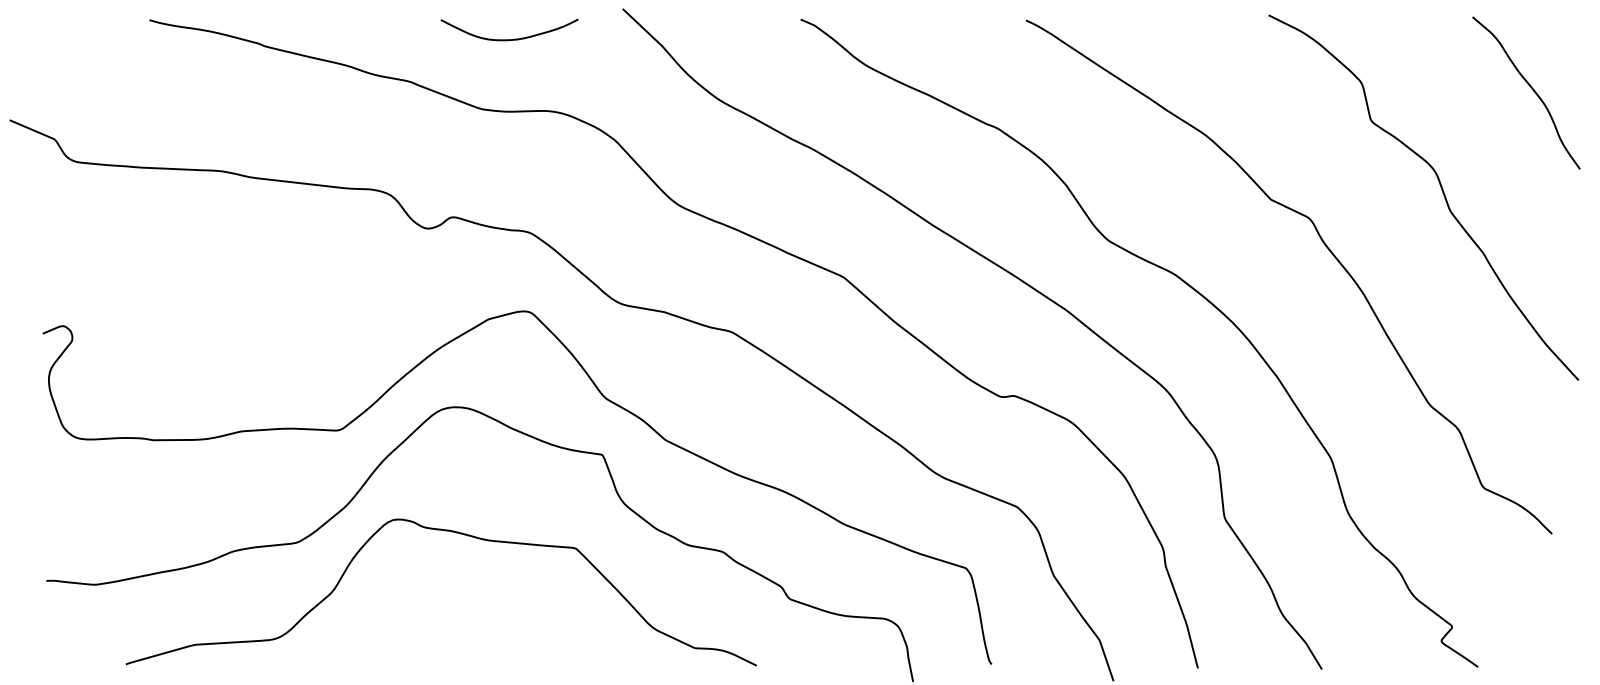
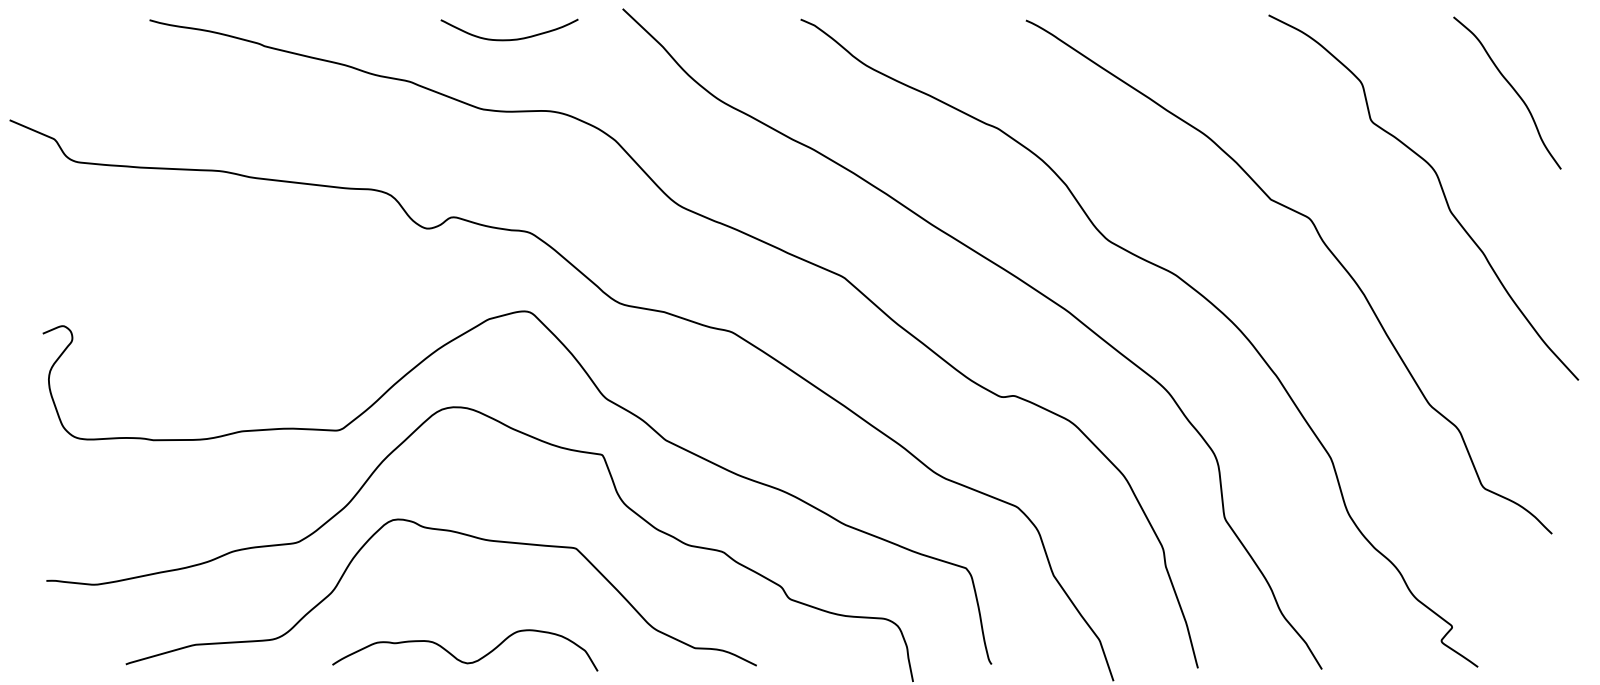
curve at (1531, 89) position: (1531, 89) -> (1512, 89)
curve at (461, 660): none -> present
